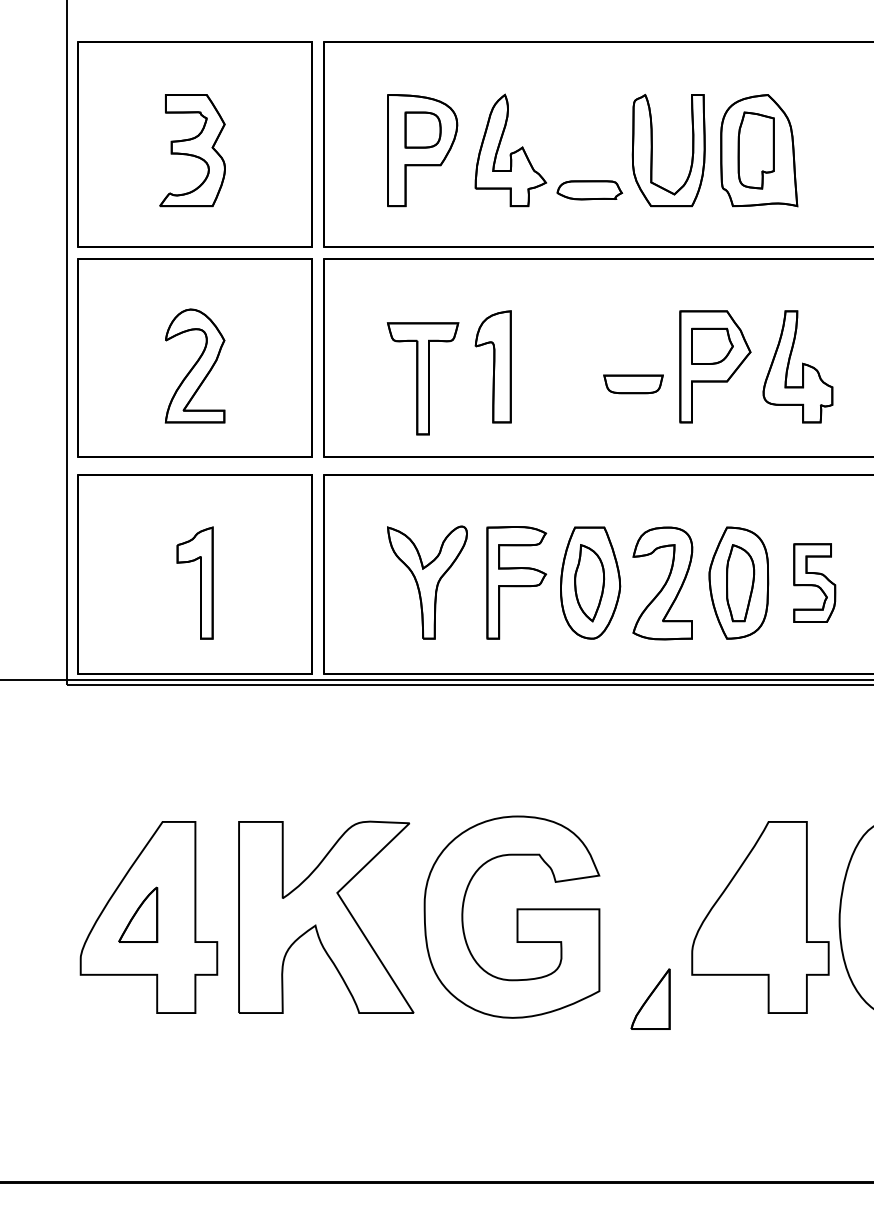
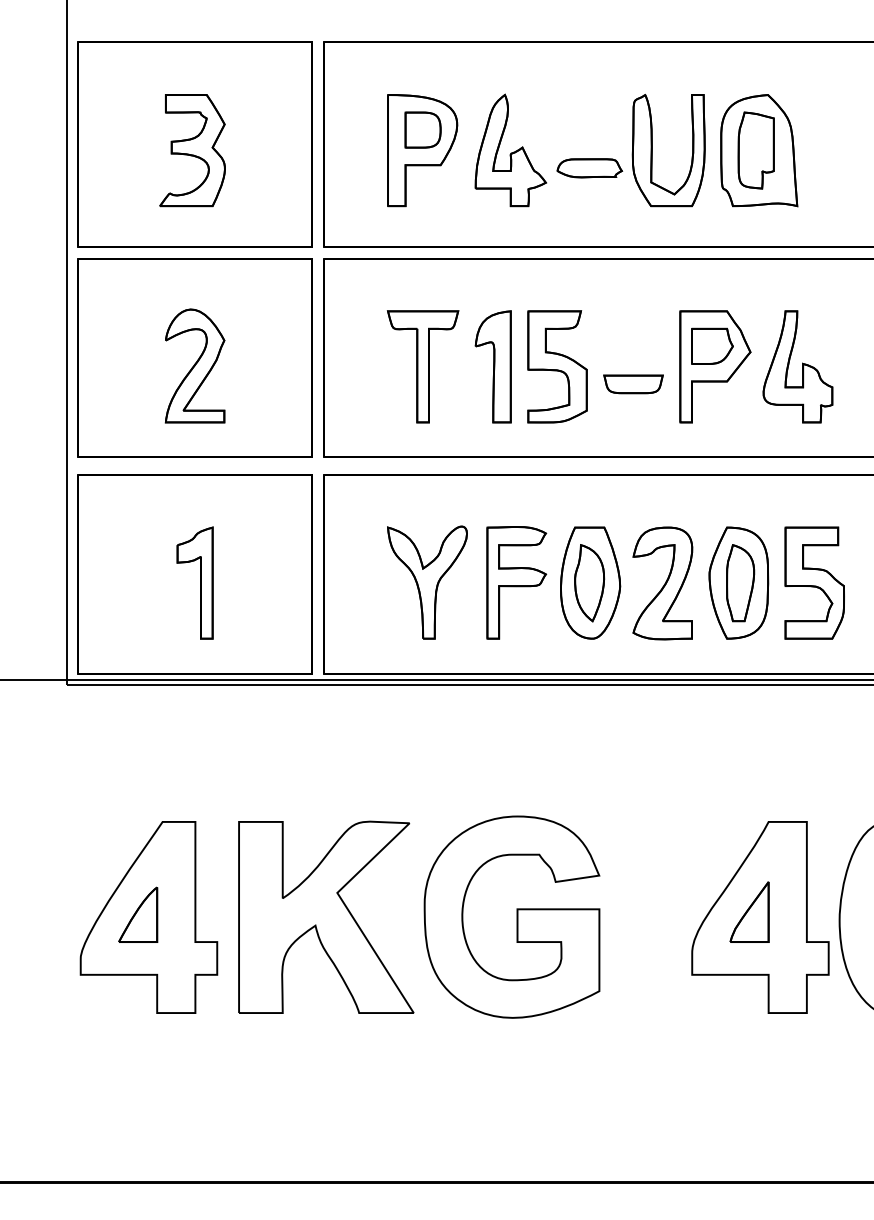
part at (589, 190) position: (589, 190) -> (589, 168)
part at (557, 366): none -> present
part at (422, 378) position: (422, 378) -> (422, 366)
part at (814, 582) size: 44x80 px -> 61x114 px
part at (650, 998) position: (650, 998) -> (749, 911)
